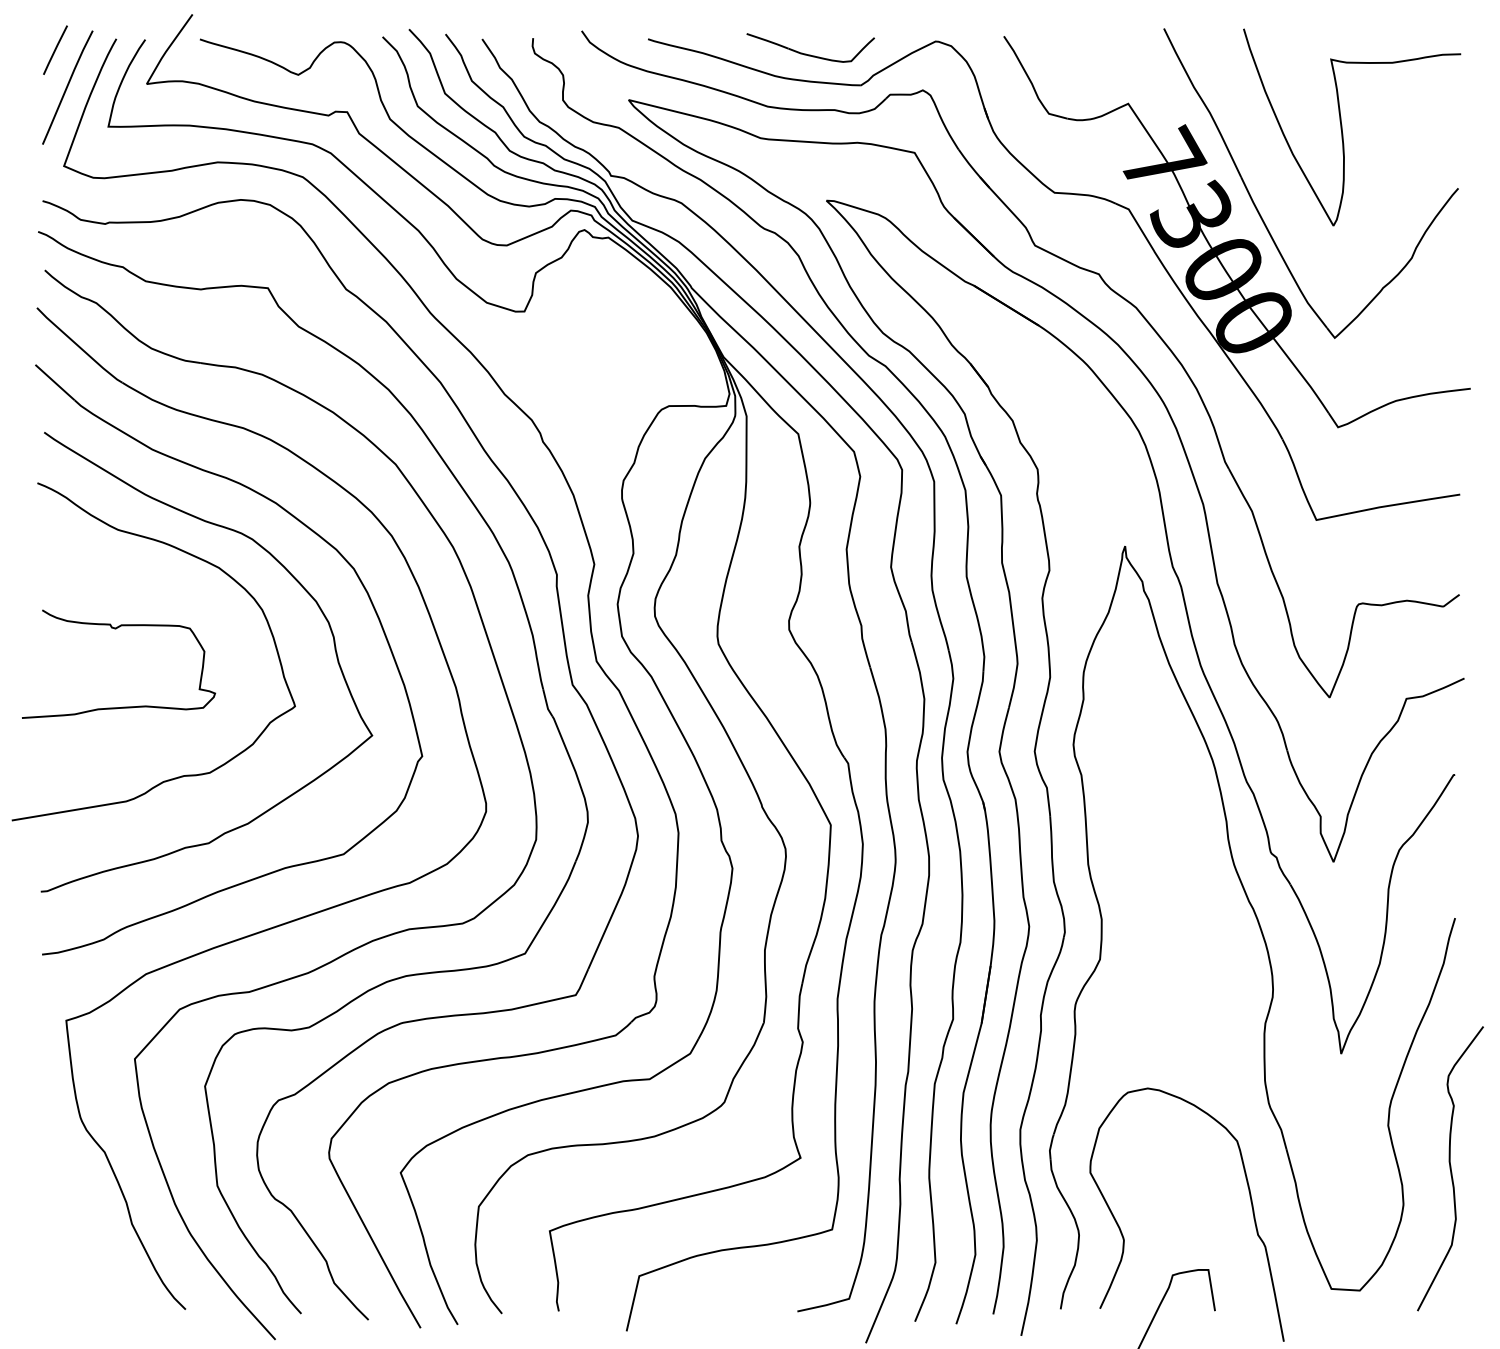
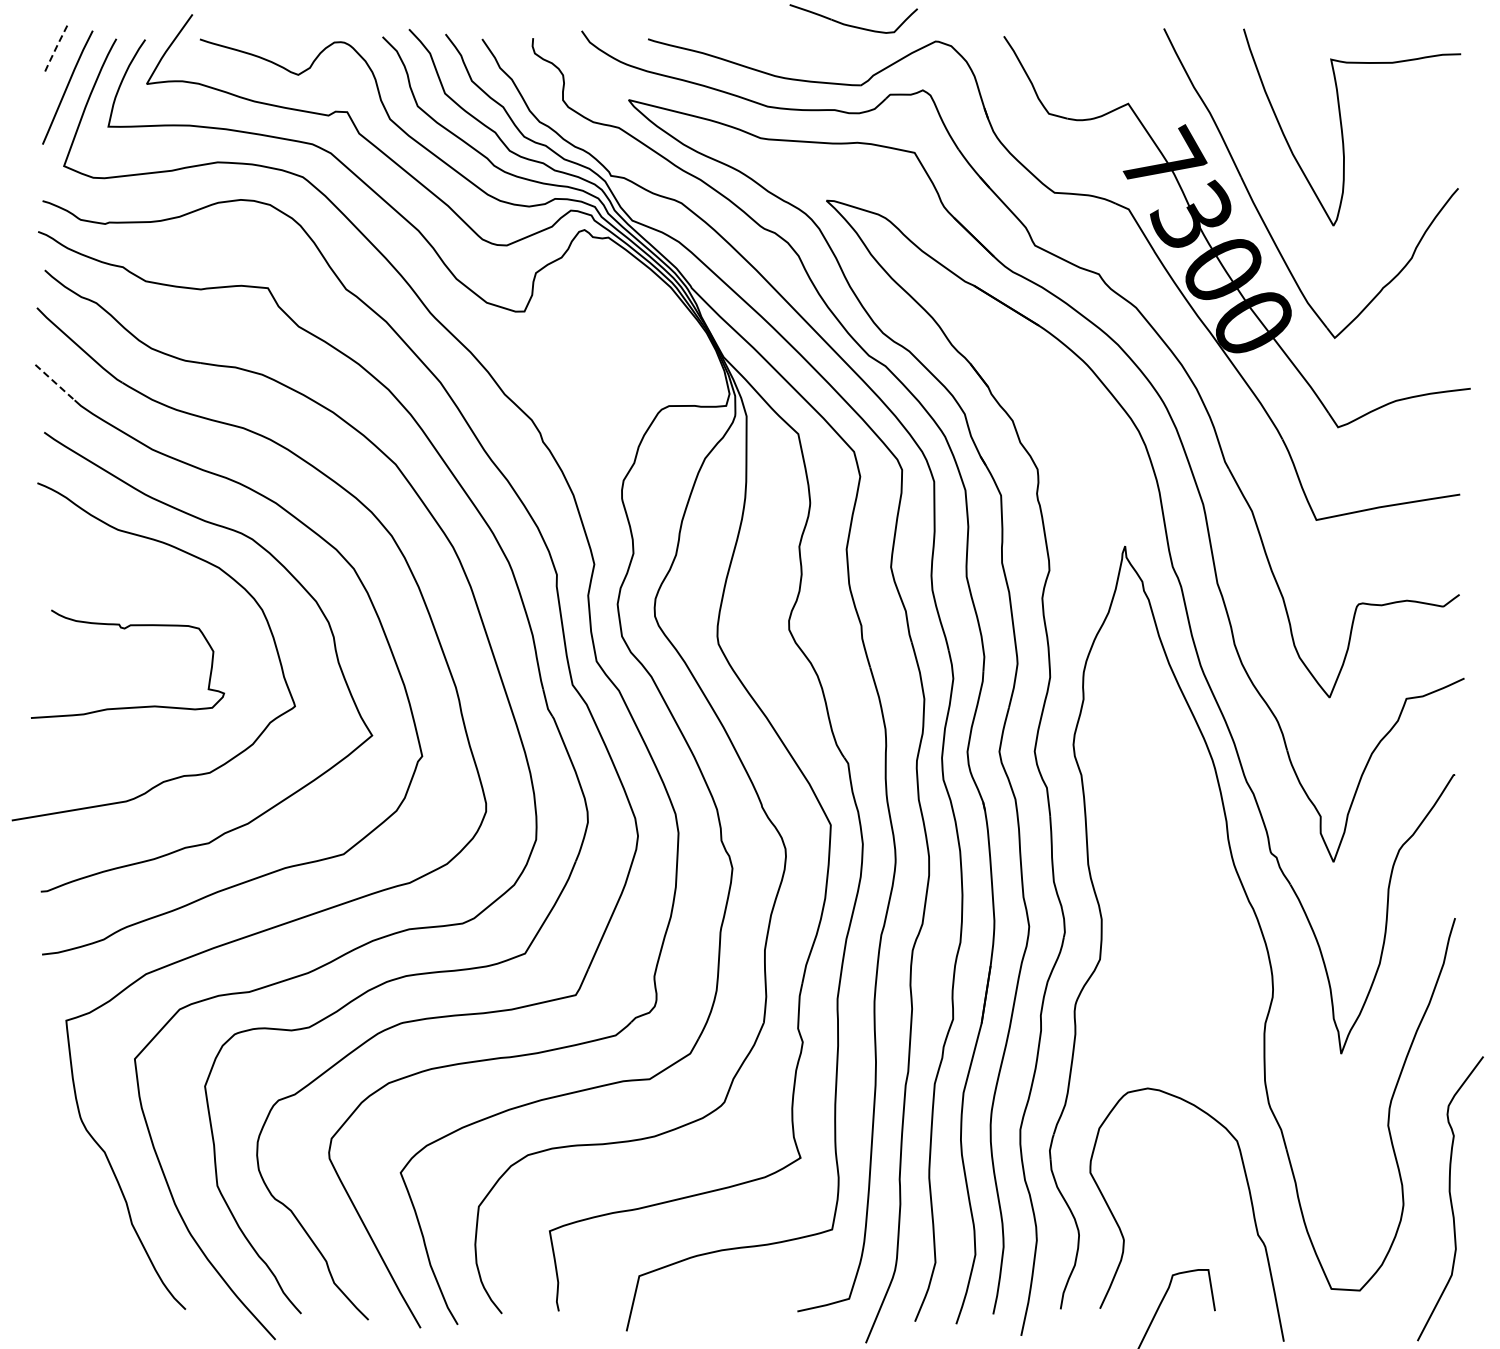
line at (55, 50): solid -> dashed
part at (810, 54) position: (810, 54) -> (853, 25)
line at (55, 383): solid -> dashed
curve at (116, 629) position: (116, 629) -> (125, 629)
curve at (1450, 1168) position: (1450, 1168) -> (1450, 1198)
